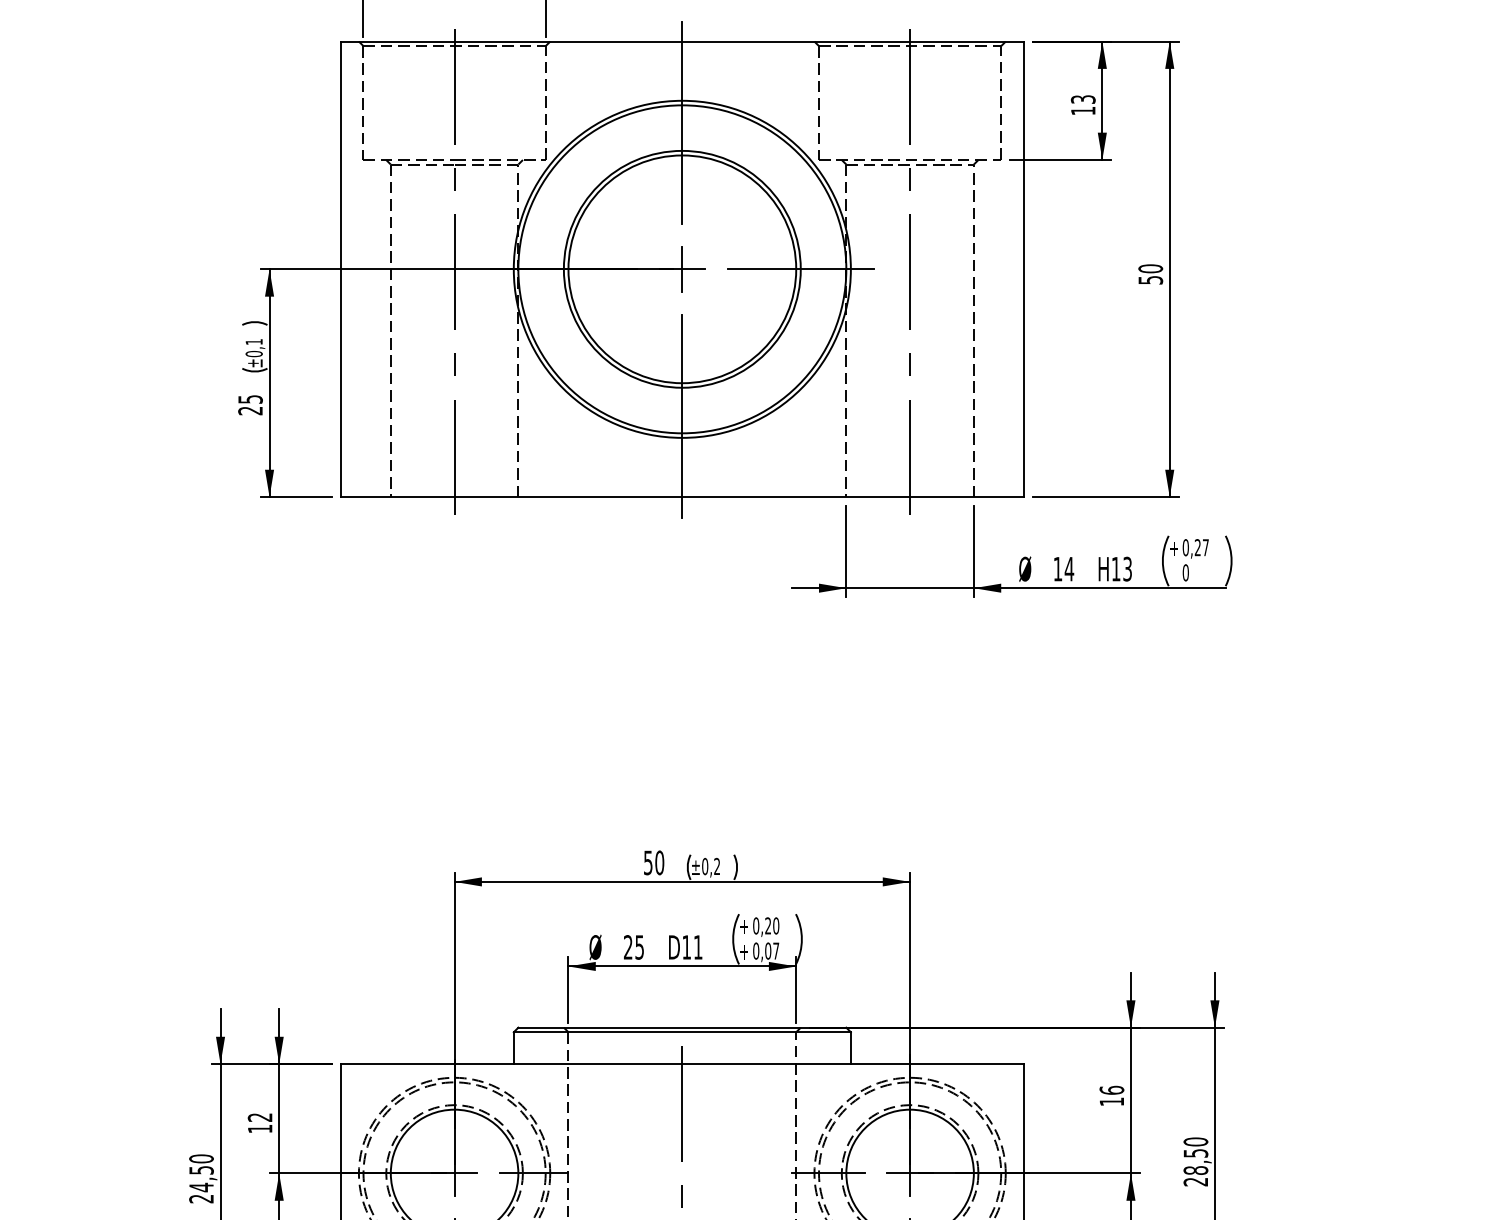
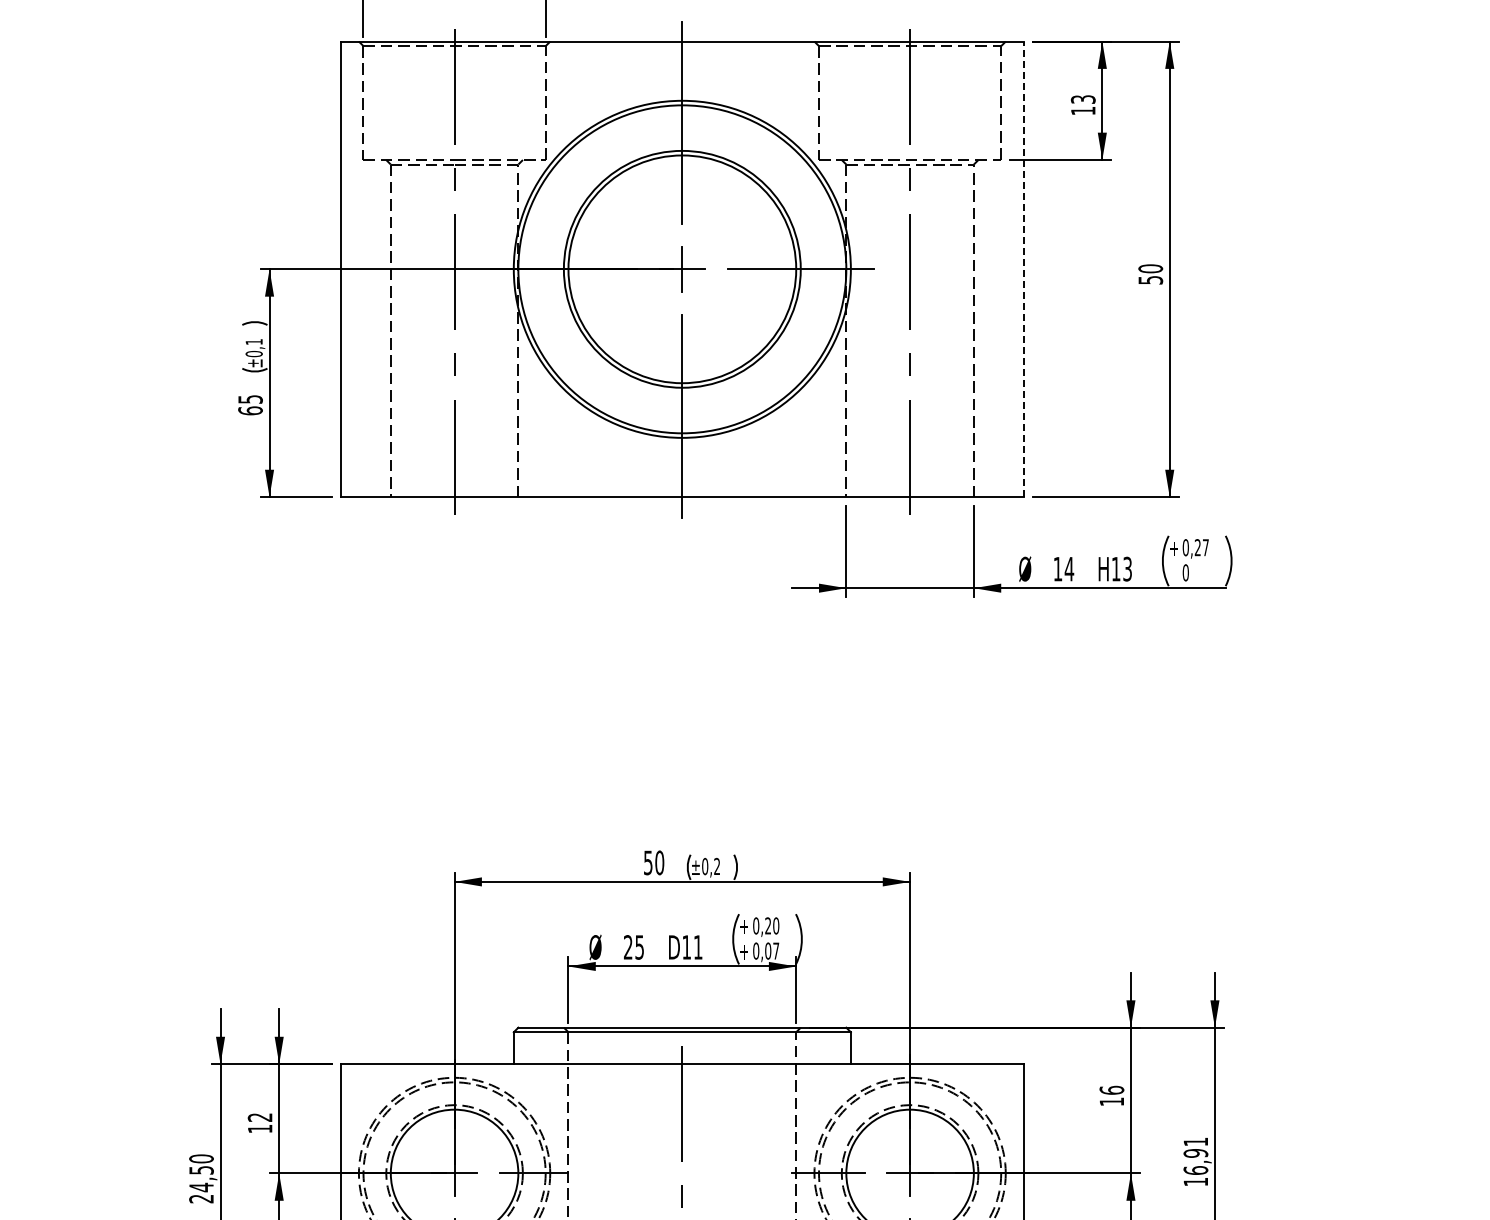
line at (1023, 269): solid -> dashed
text at (250, 410): 25 -> 65
text at (1195, 1161): 28,50 -> 16,91
